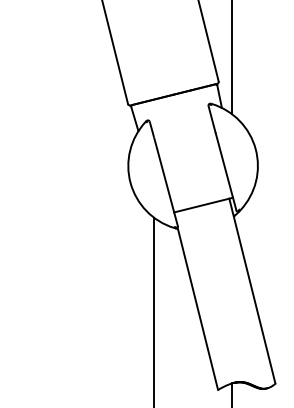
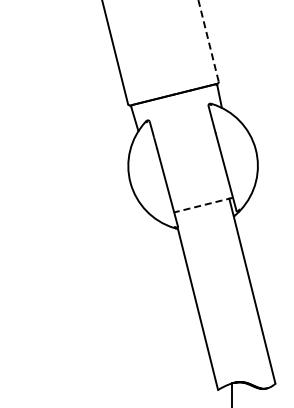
line at (208, 40): solid -> dashed
line at (232, 58): present -> none
line at (203, 205): solid -> dashed
line at (154, 310): present -> none
